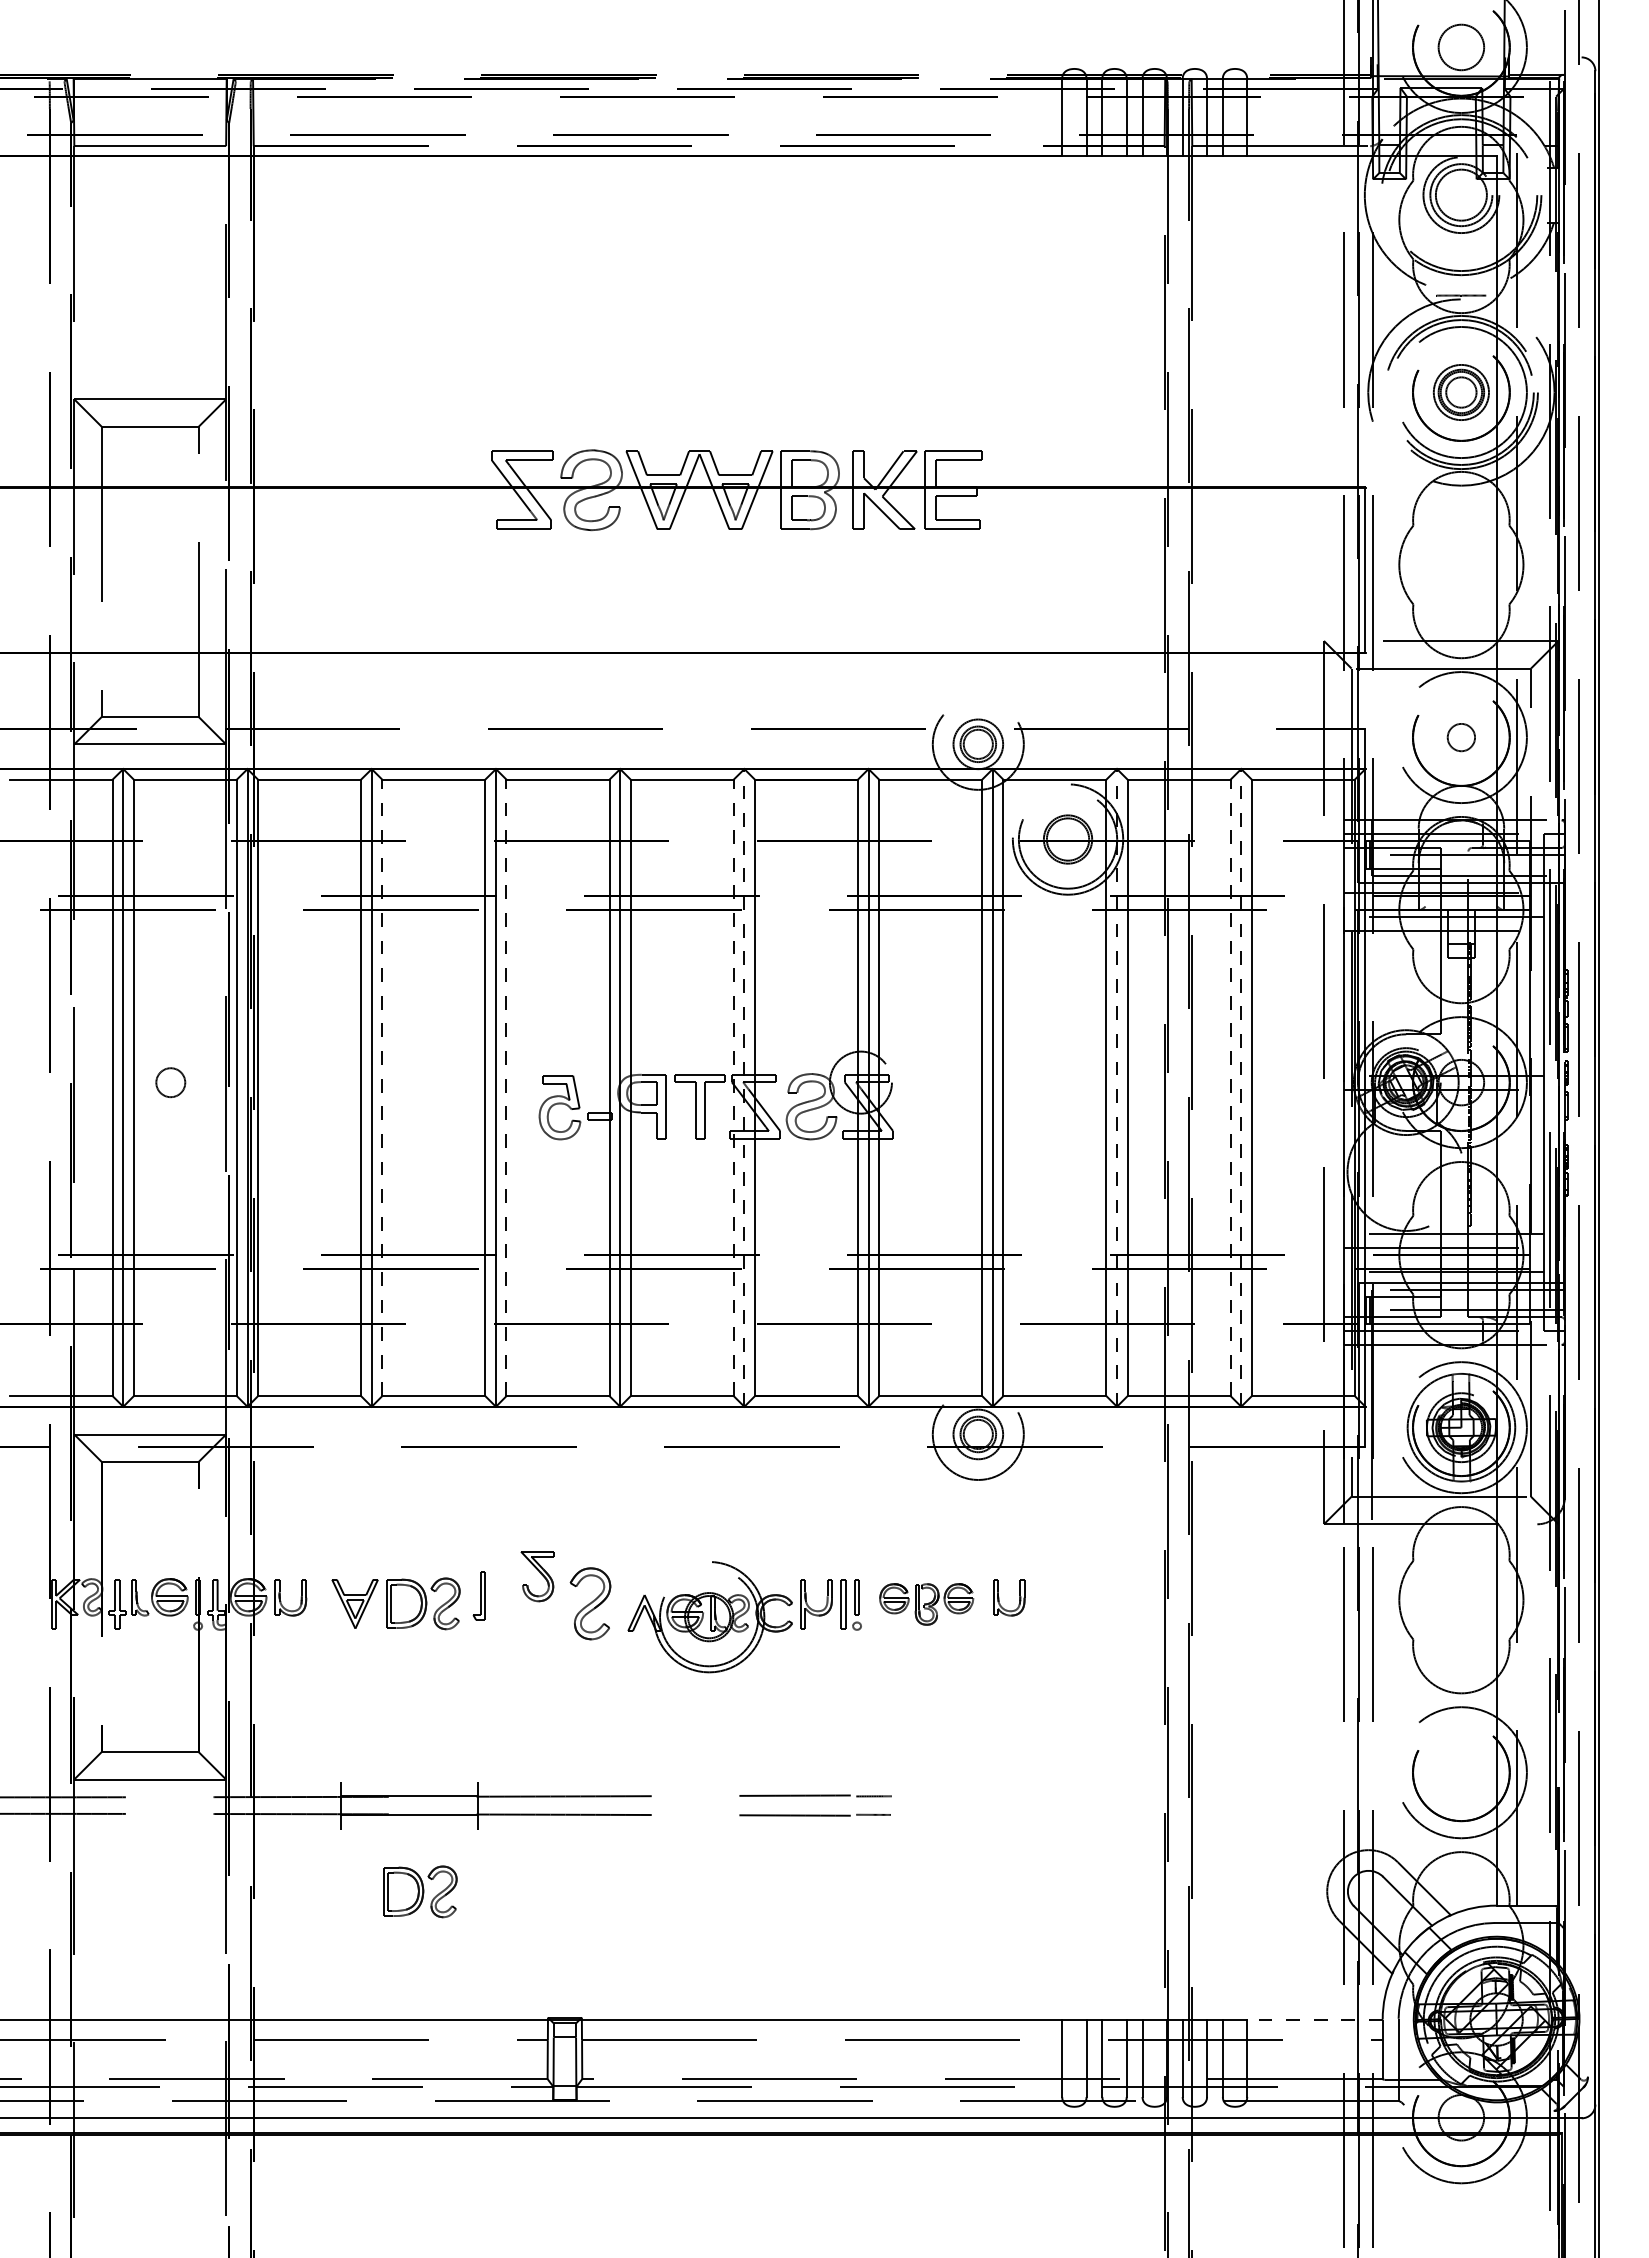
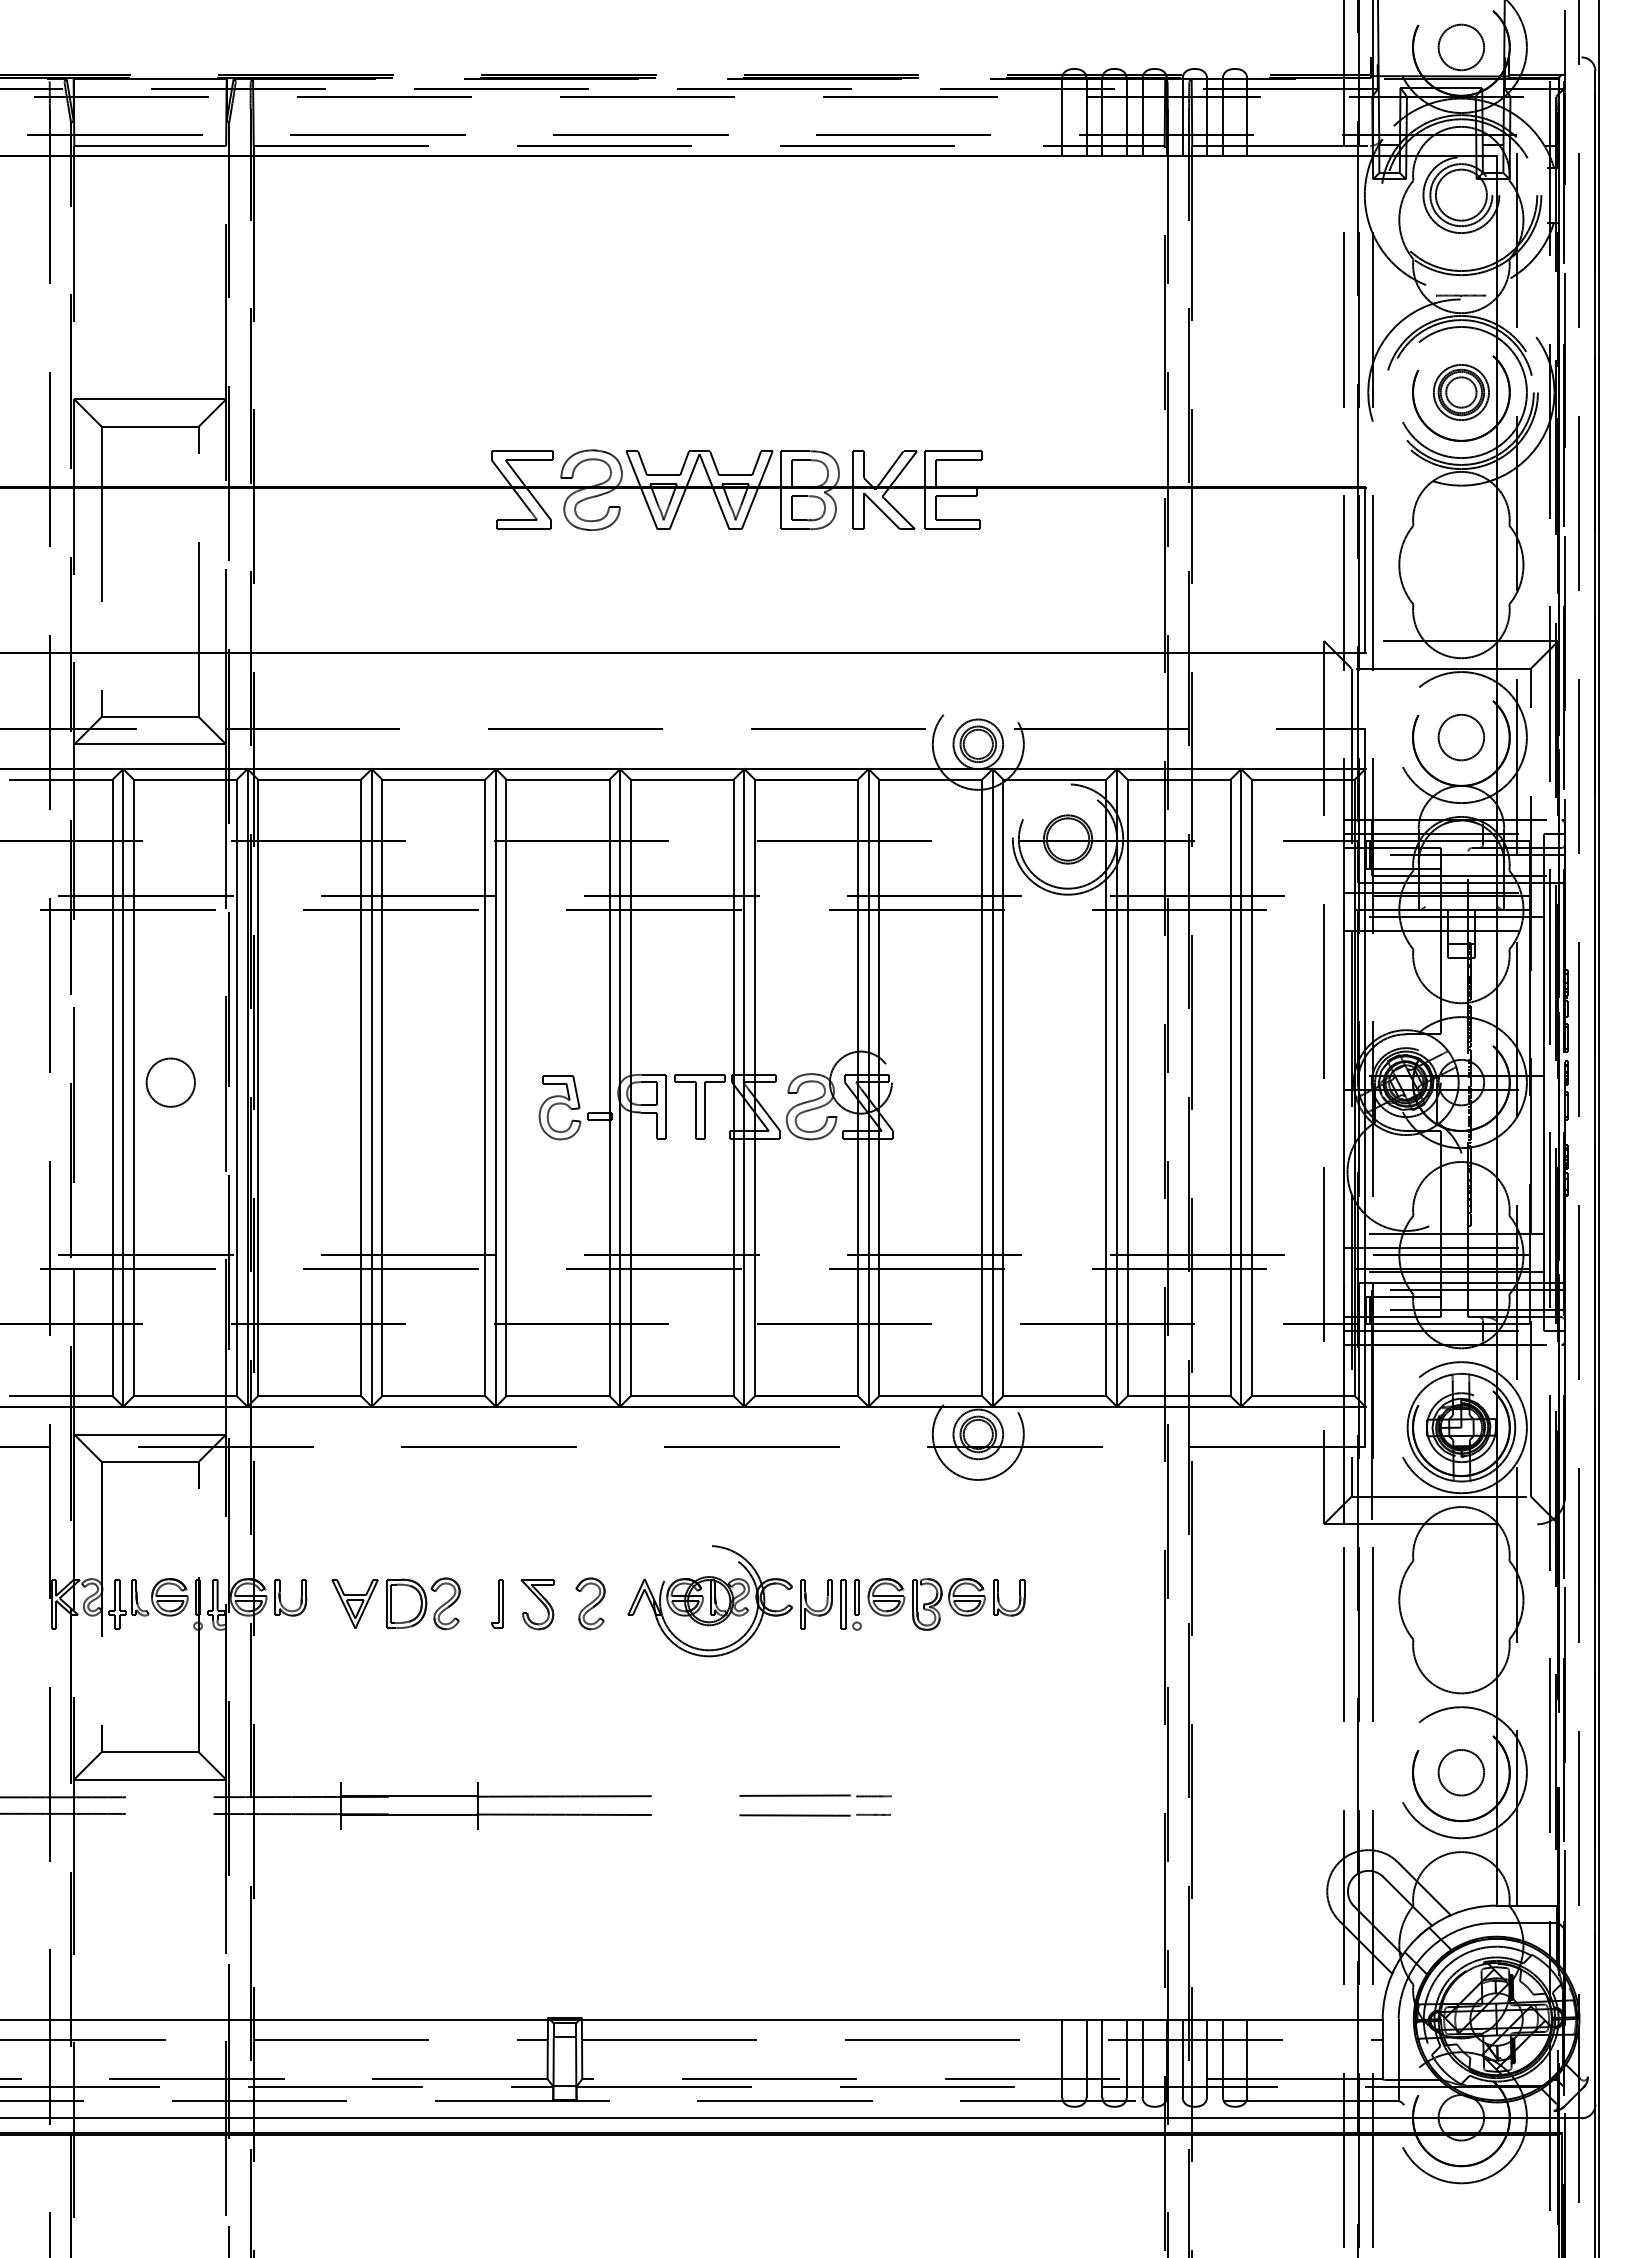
circle at (1461, 737) diameter: 27 px -> 46 px
circle at (170, 1082) diameter: 29 px -> 48 px
line at (382, 1087): dashed -> solid
line at (506, 1087): dashed -> solid
line at (733, 1087): dashed -> solid
line at (744, 1087): dashed -> solid
line at (1117, 1087): dashed -> solid
line at (1230, 1087): dashed -> solid
line at (1241, 1087): dashed -> solid
part at (537, 1576) position: (537, 1576) -> (537, 1604)
part at (478, 1595) position: (478, 1595) -> (496, 1603)
part at (590, 1603) size: 43x74 px -> 31x54 px
part at (926, 1604) size: 96x43 px -> 119x53 px
part at (709, 1617) position: (709, 1617) -> (709, 1601)
circle at (1460, 1772): none -> present
part at (420, 1891): present -> none
line at (1314, 2019): dashed -> solid
